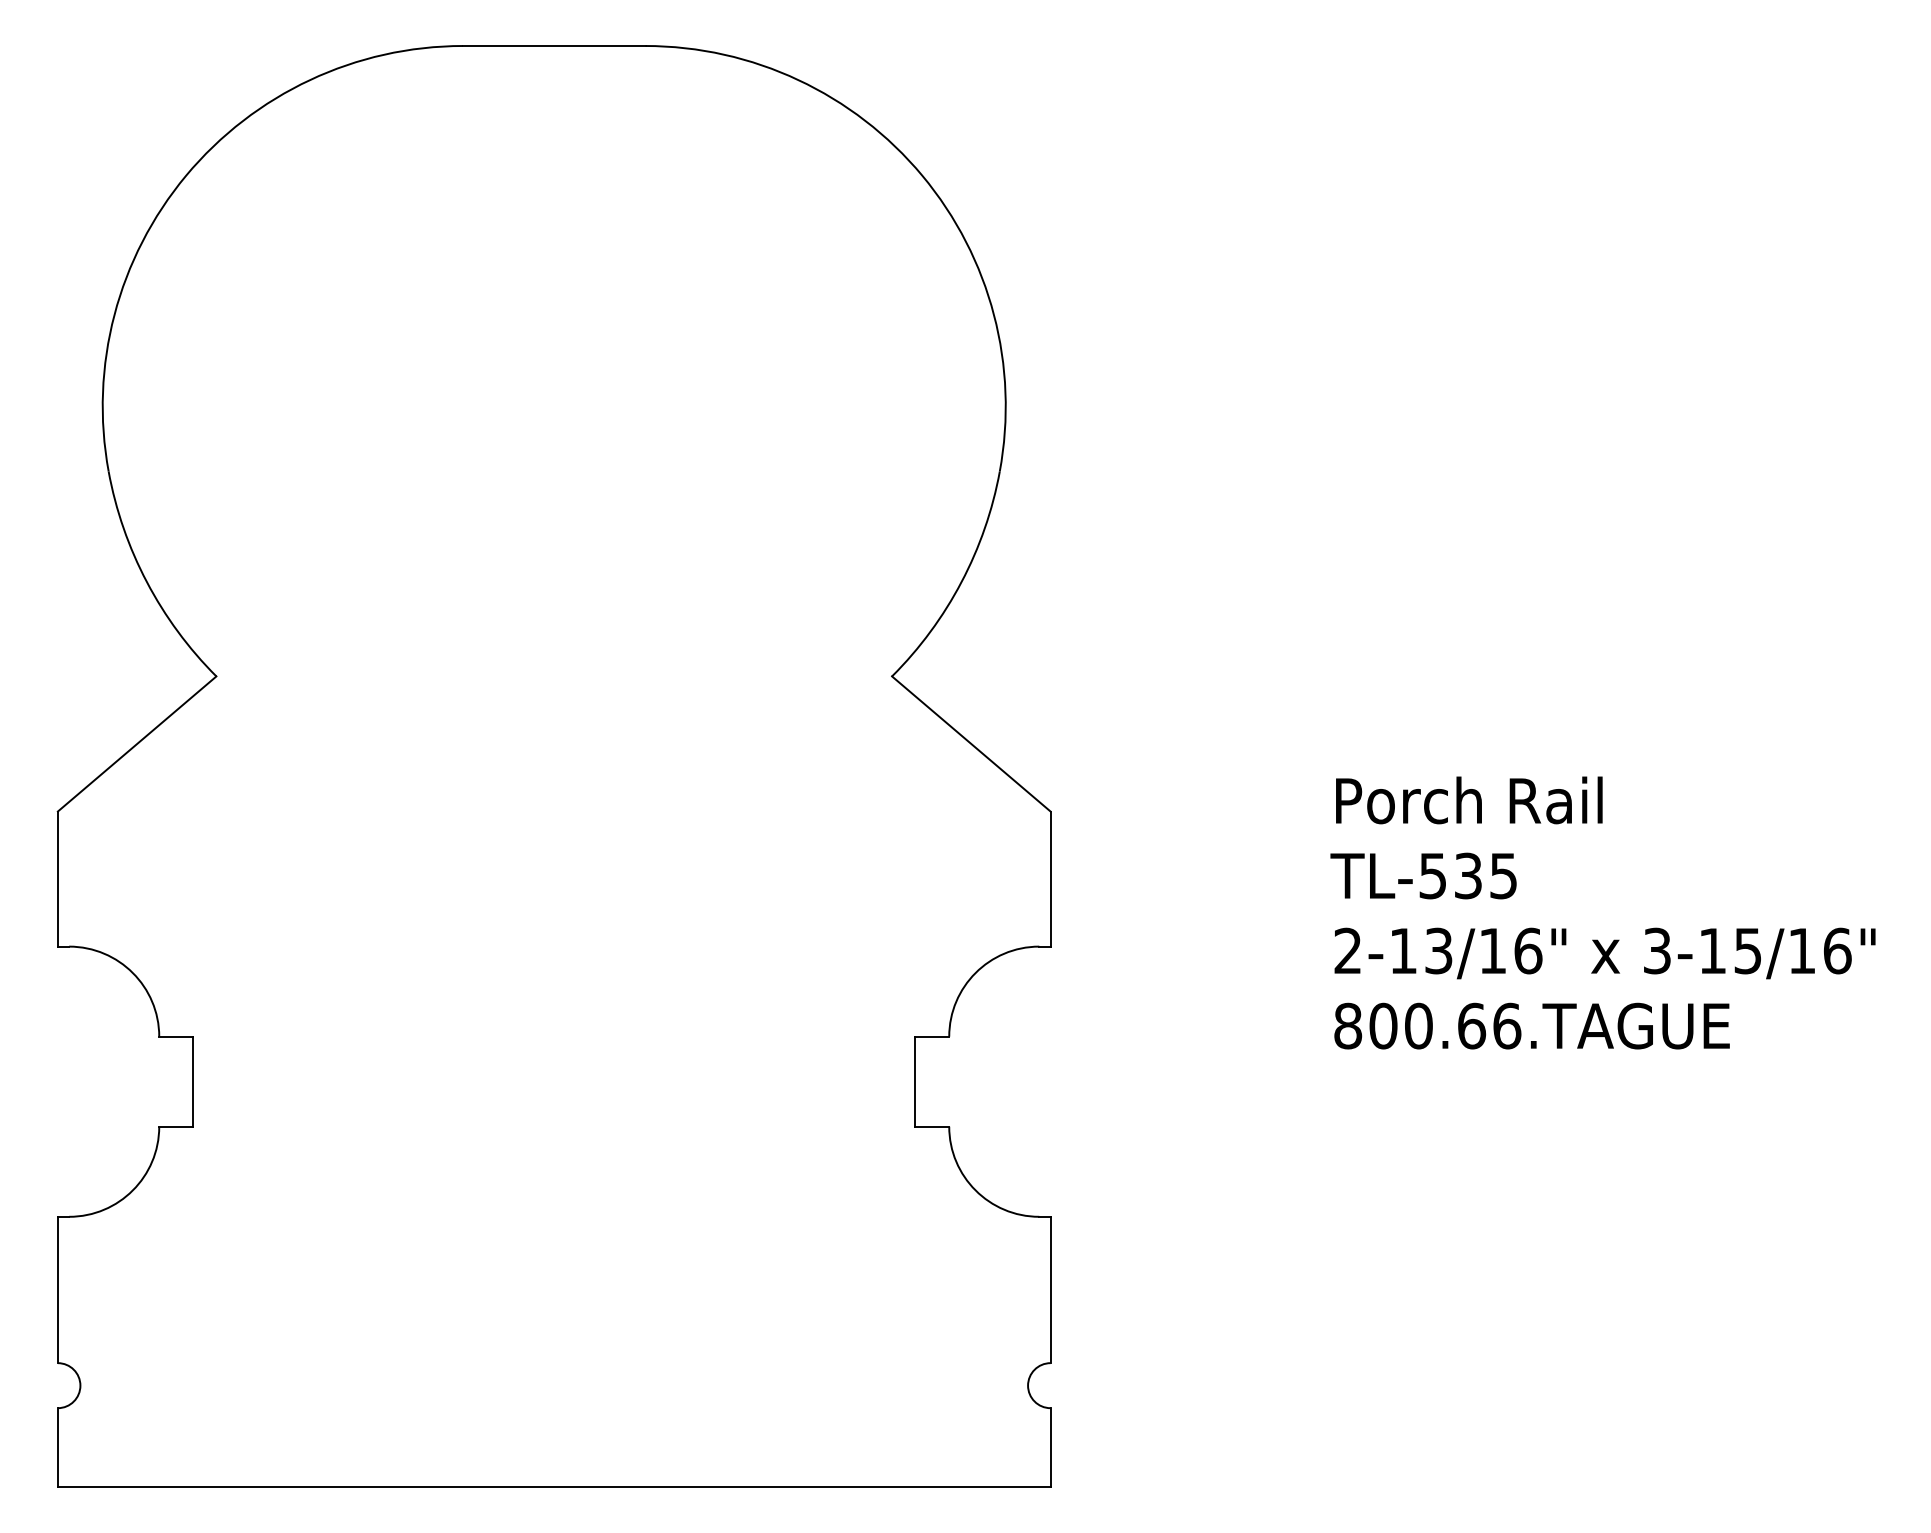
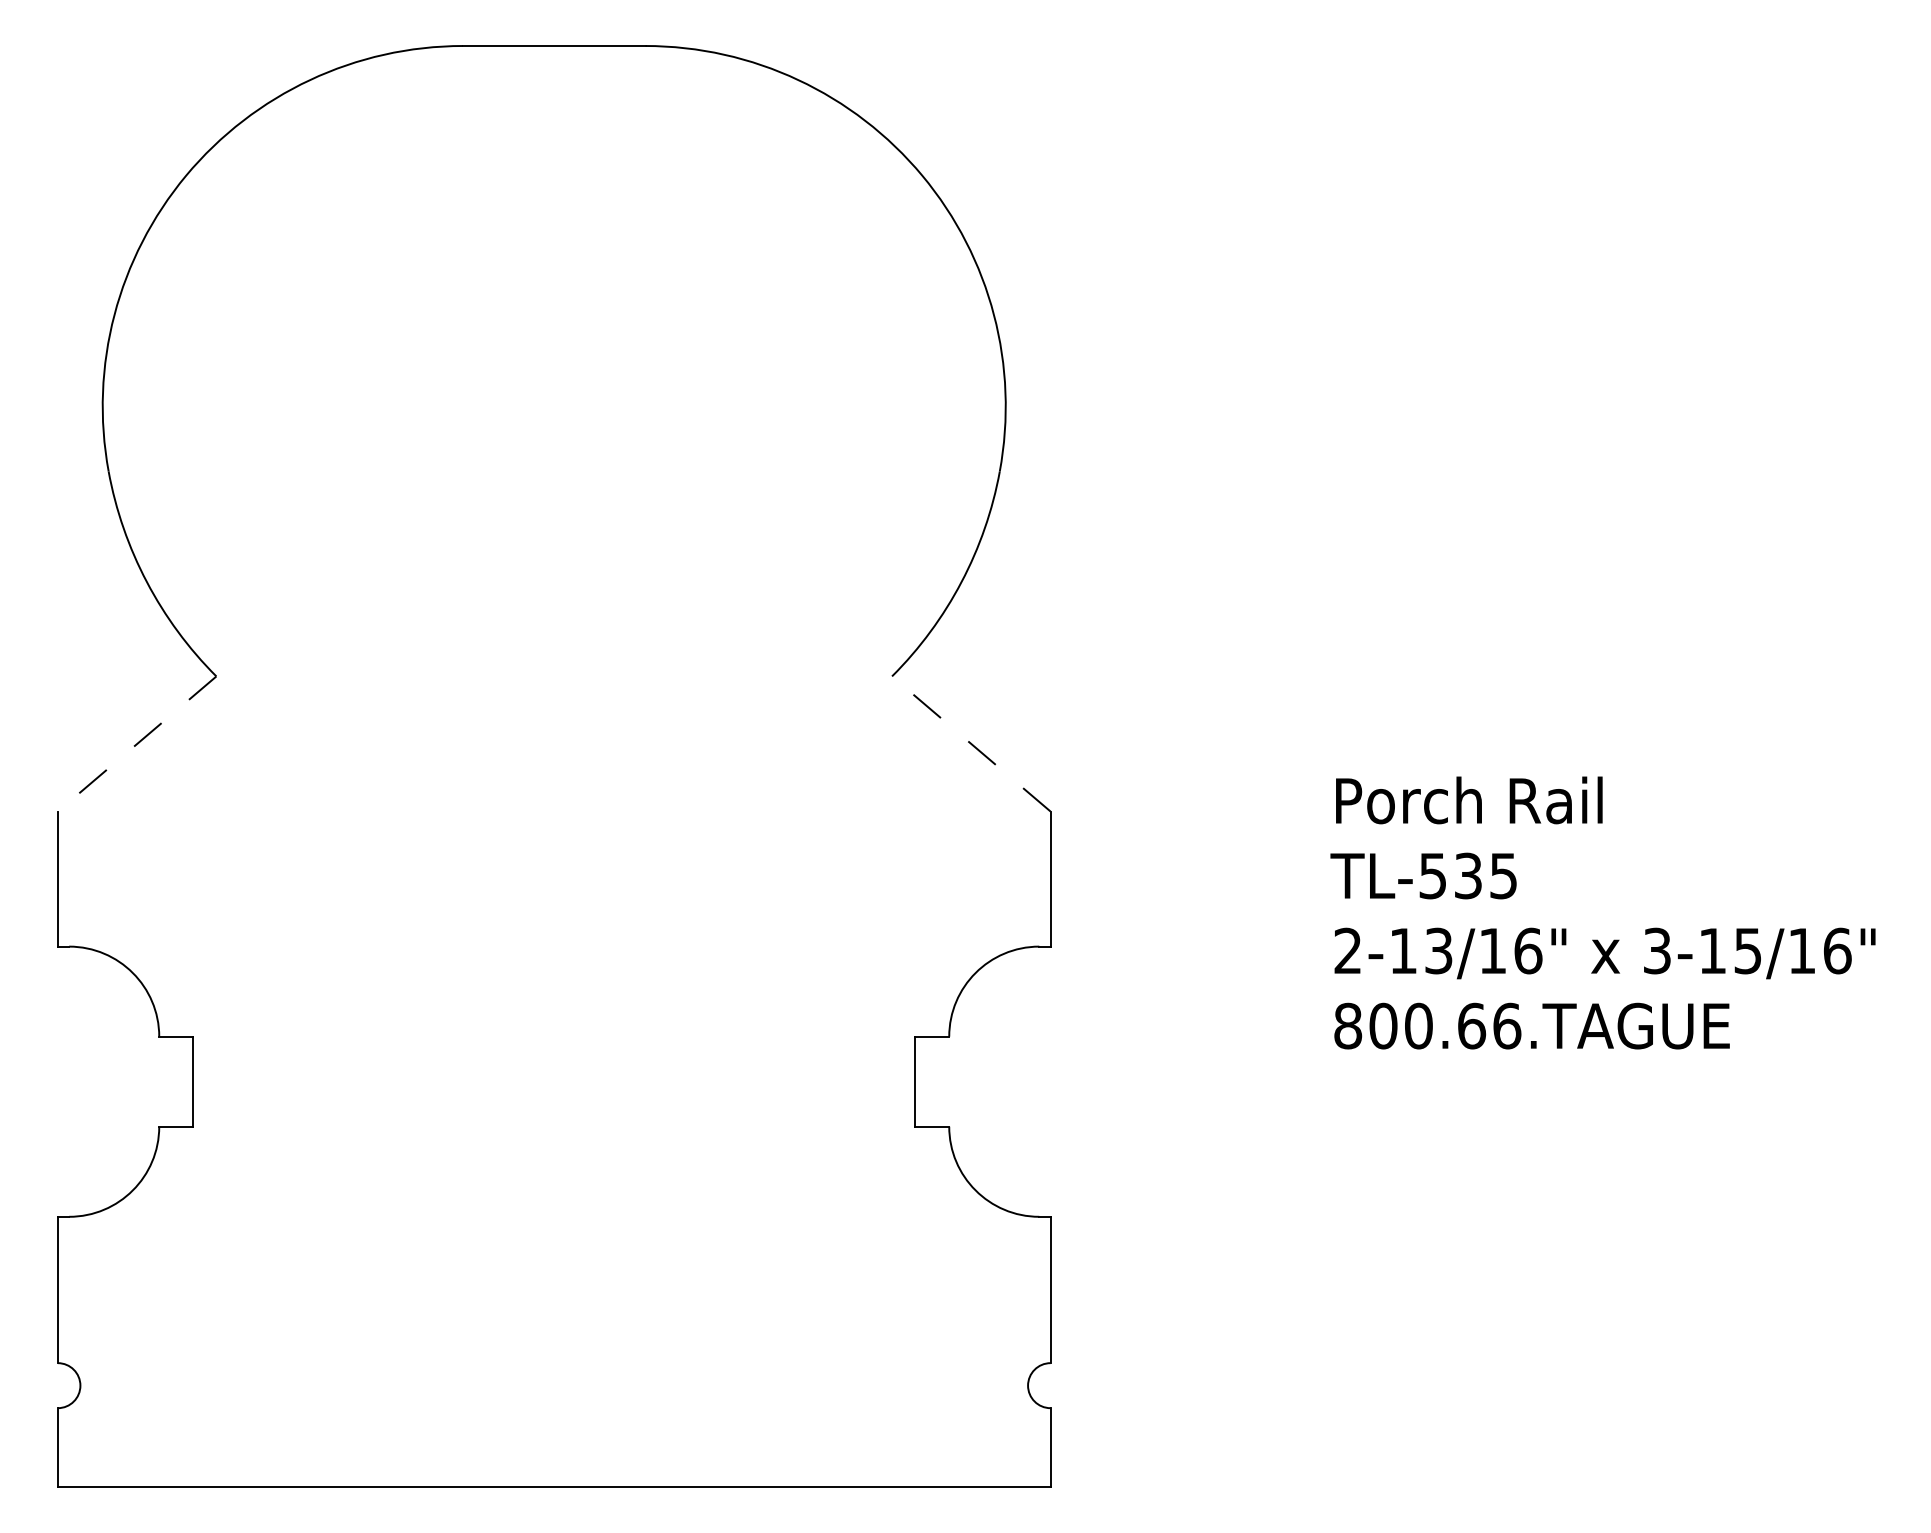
line at (970, 743): solid -> dashed
line at (136, 744): solid -> dashed
